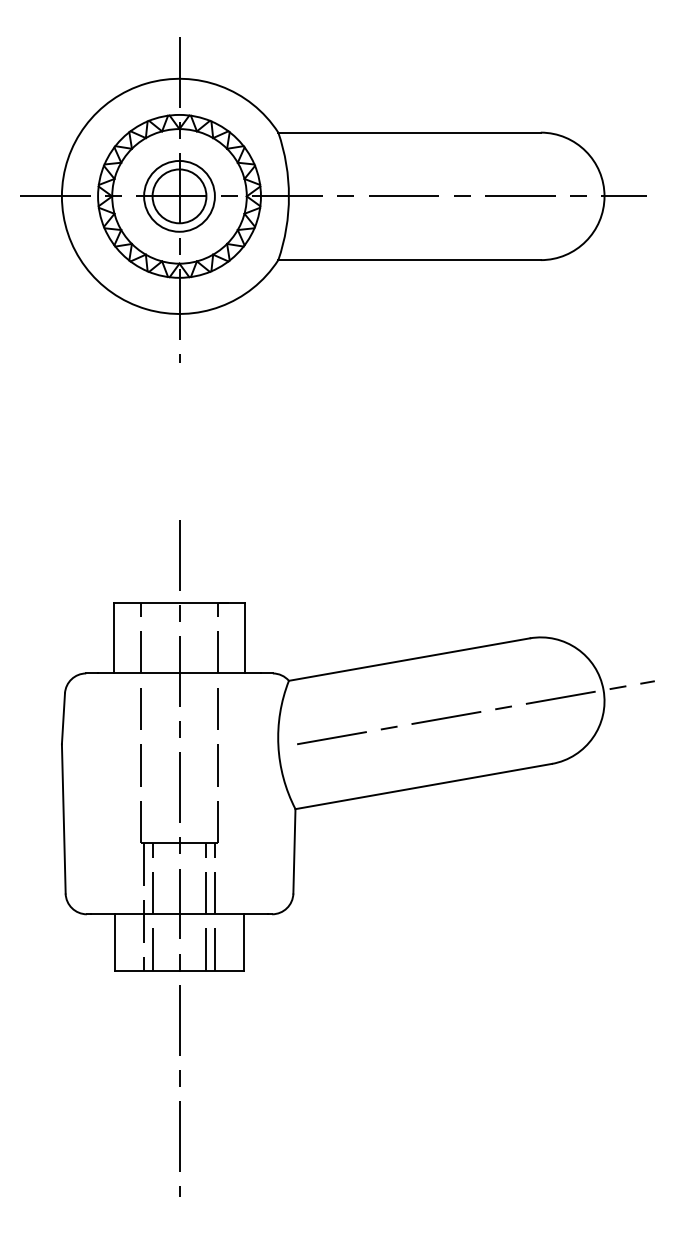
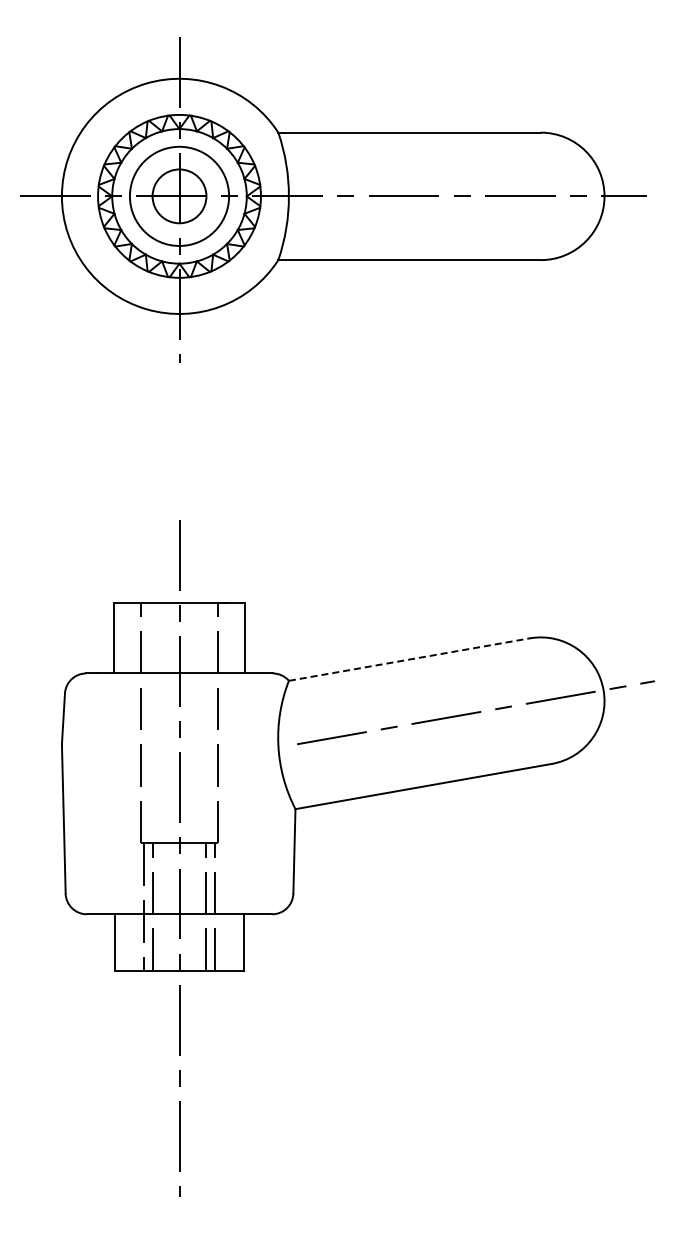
circle at (179, 195) diameter: 71 px -> 99 px
line at (409, 659): solid -> dashed
